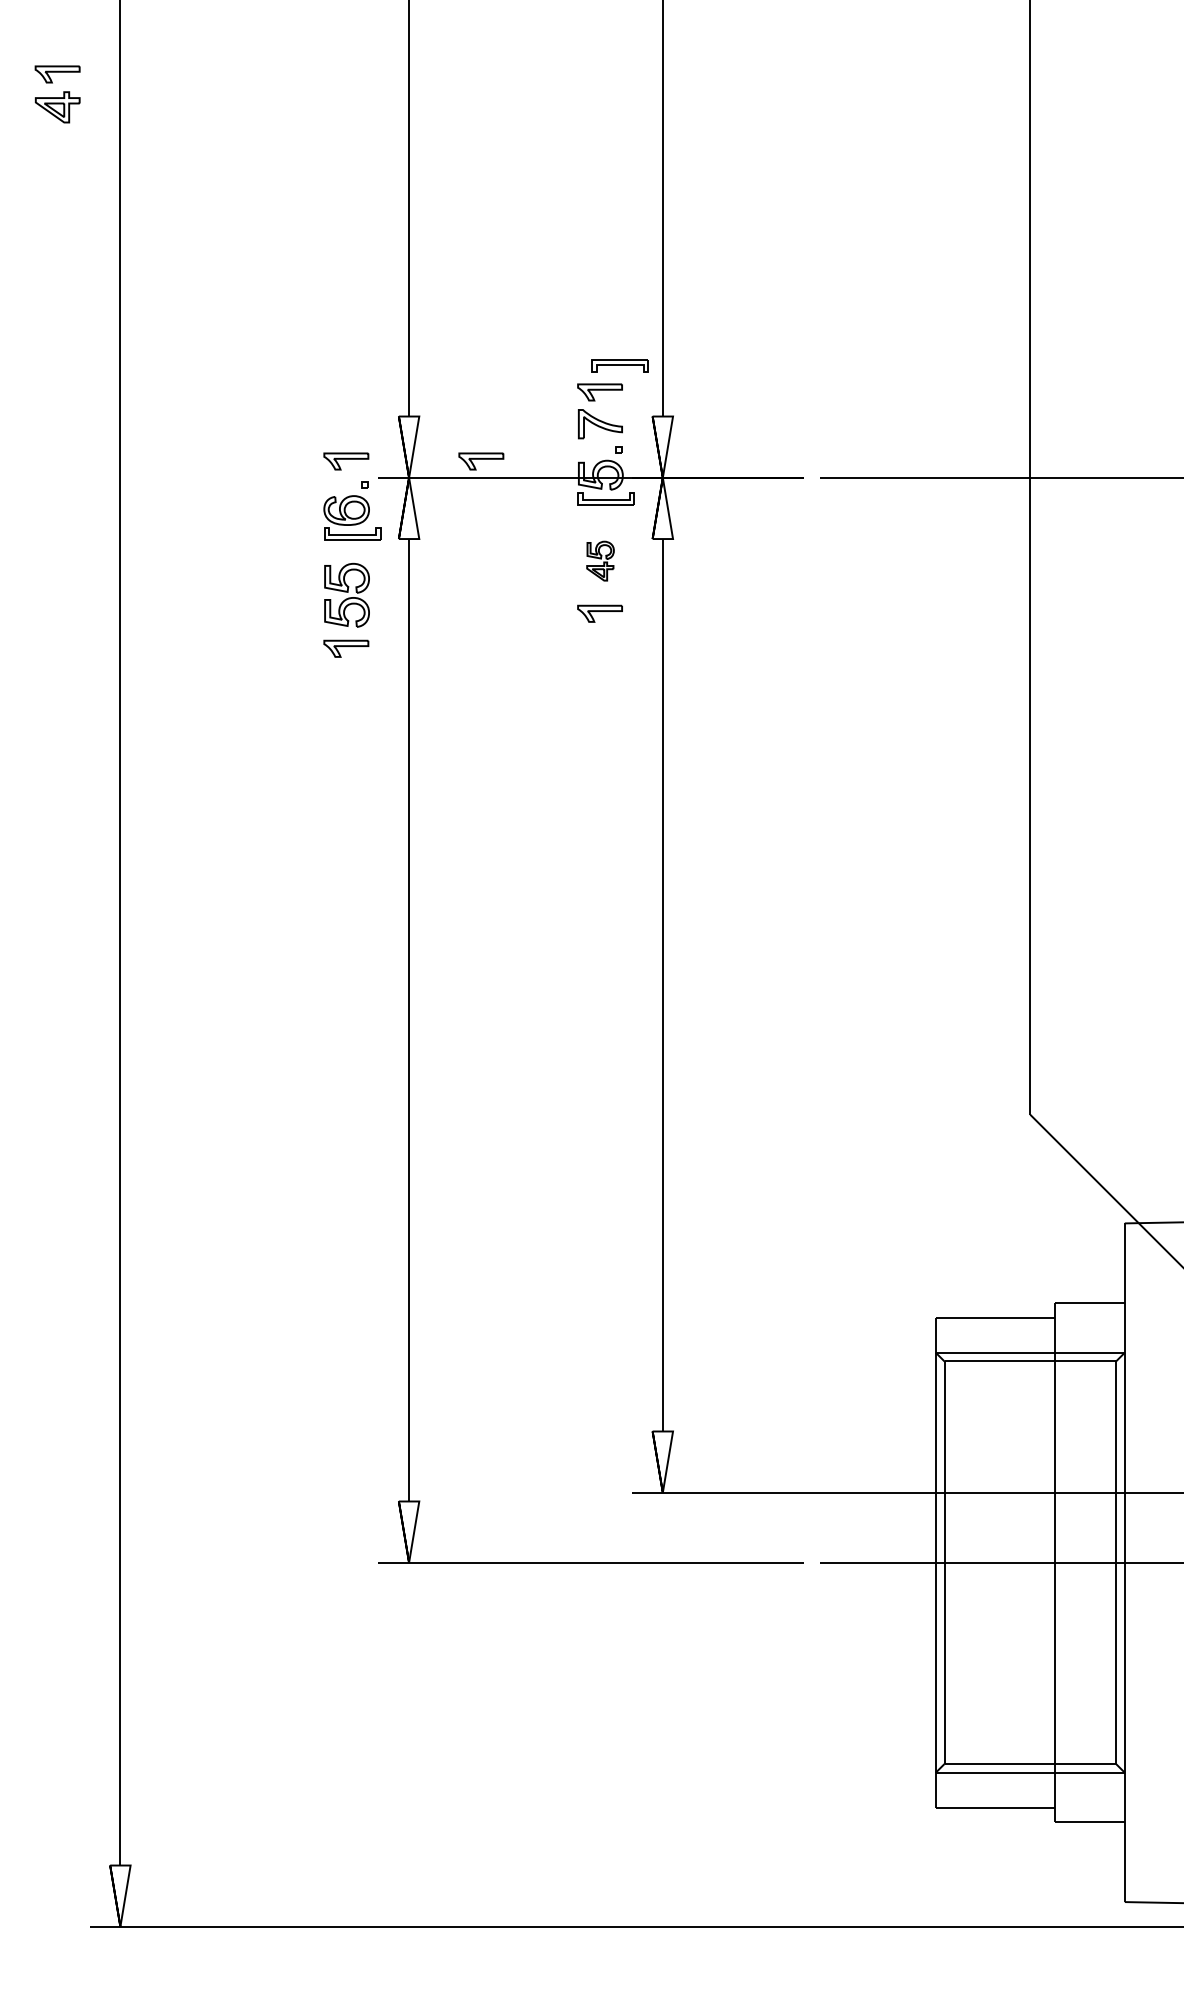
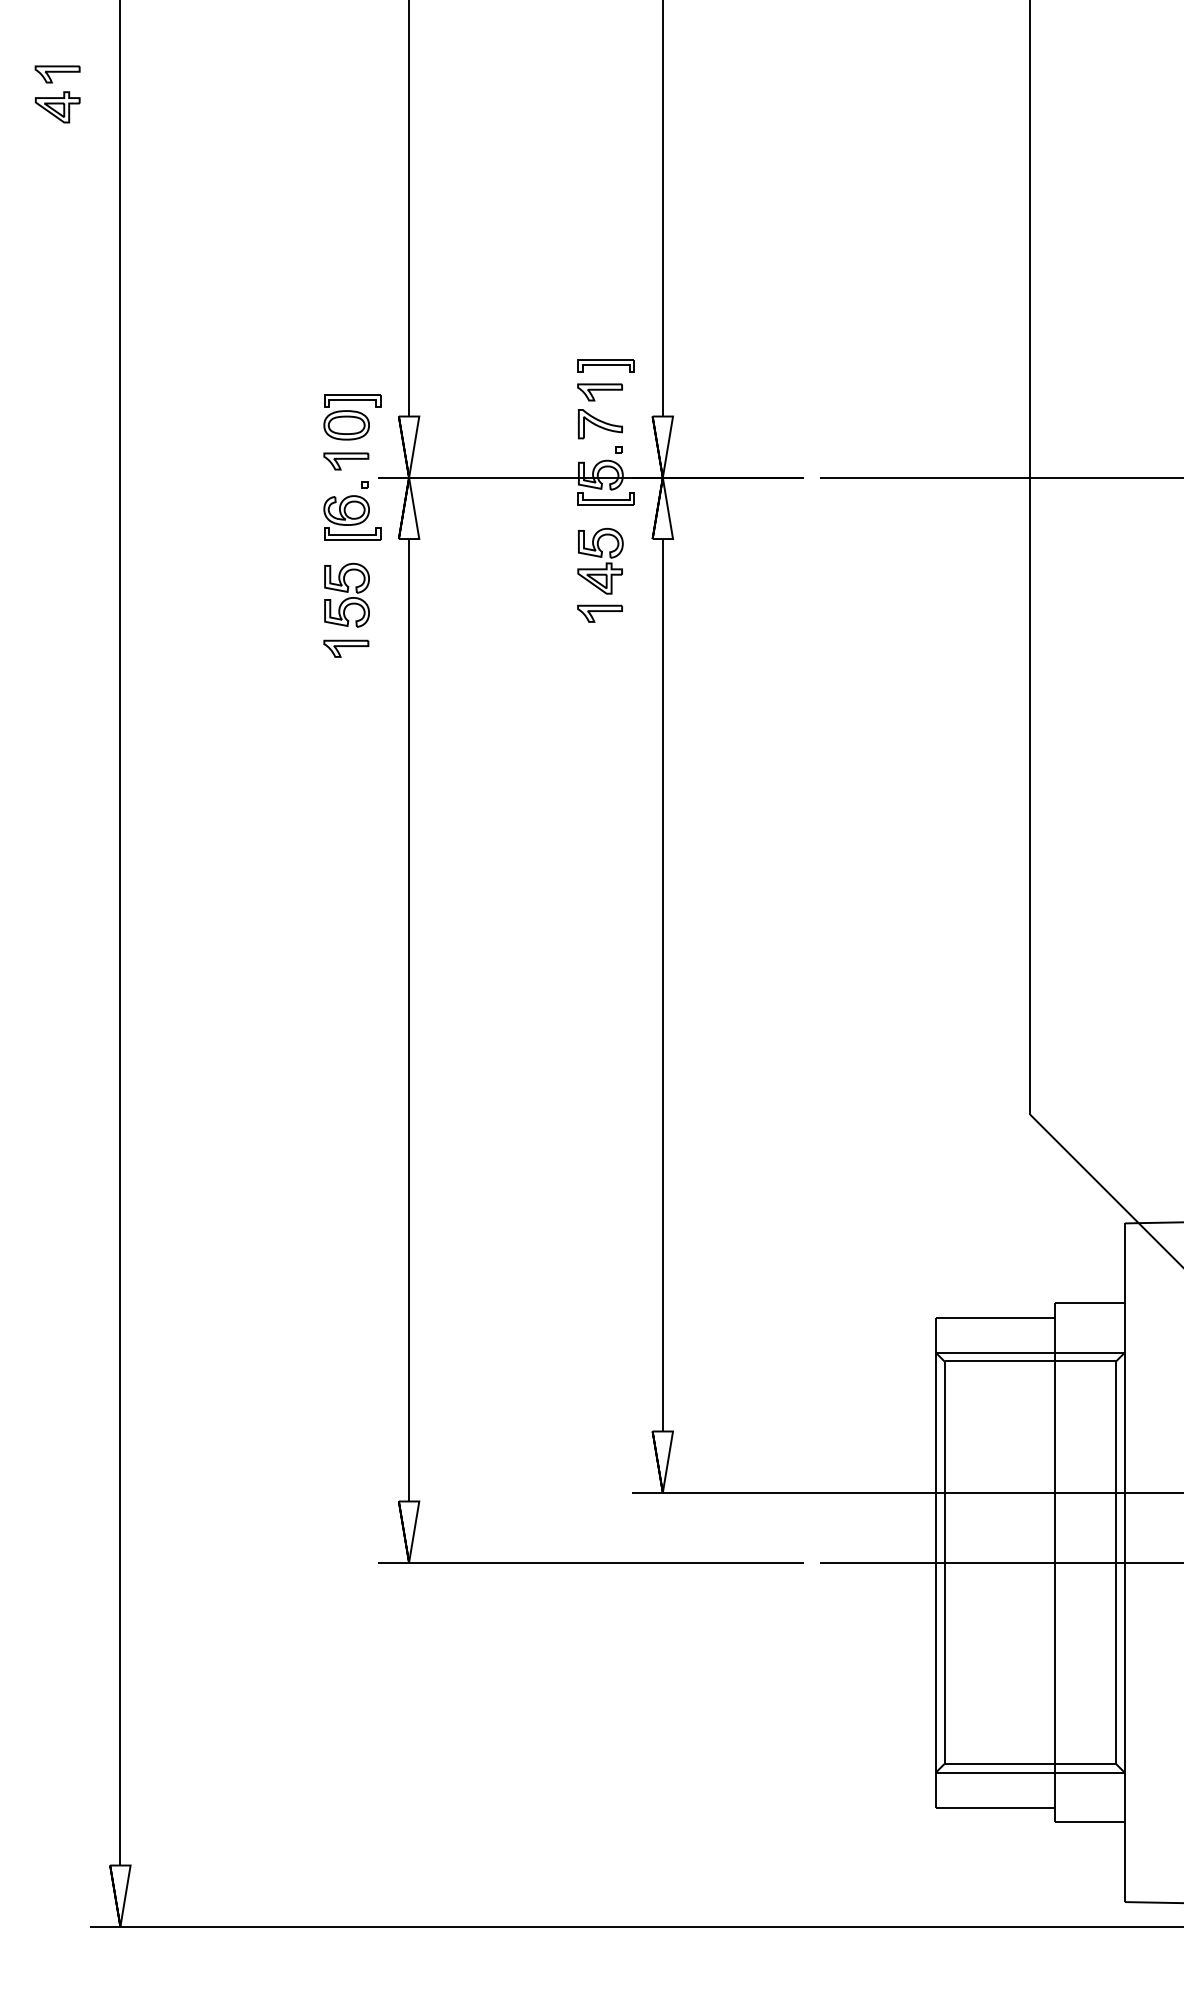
part at (619, 365) position: (619, 365) -> (605, 365)
part at (352, 417): none -> present
part at (481, 461): present -> none
part at (600, 560) size: 29x42 px -> 47x68 px
